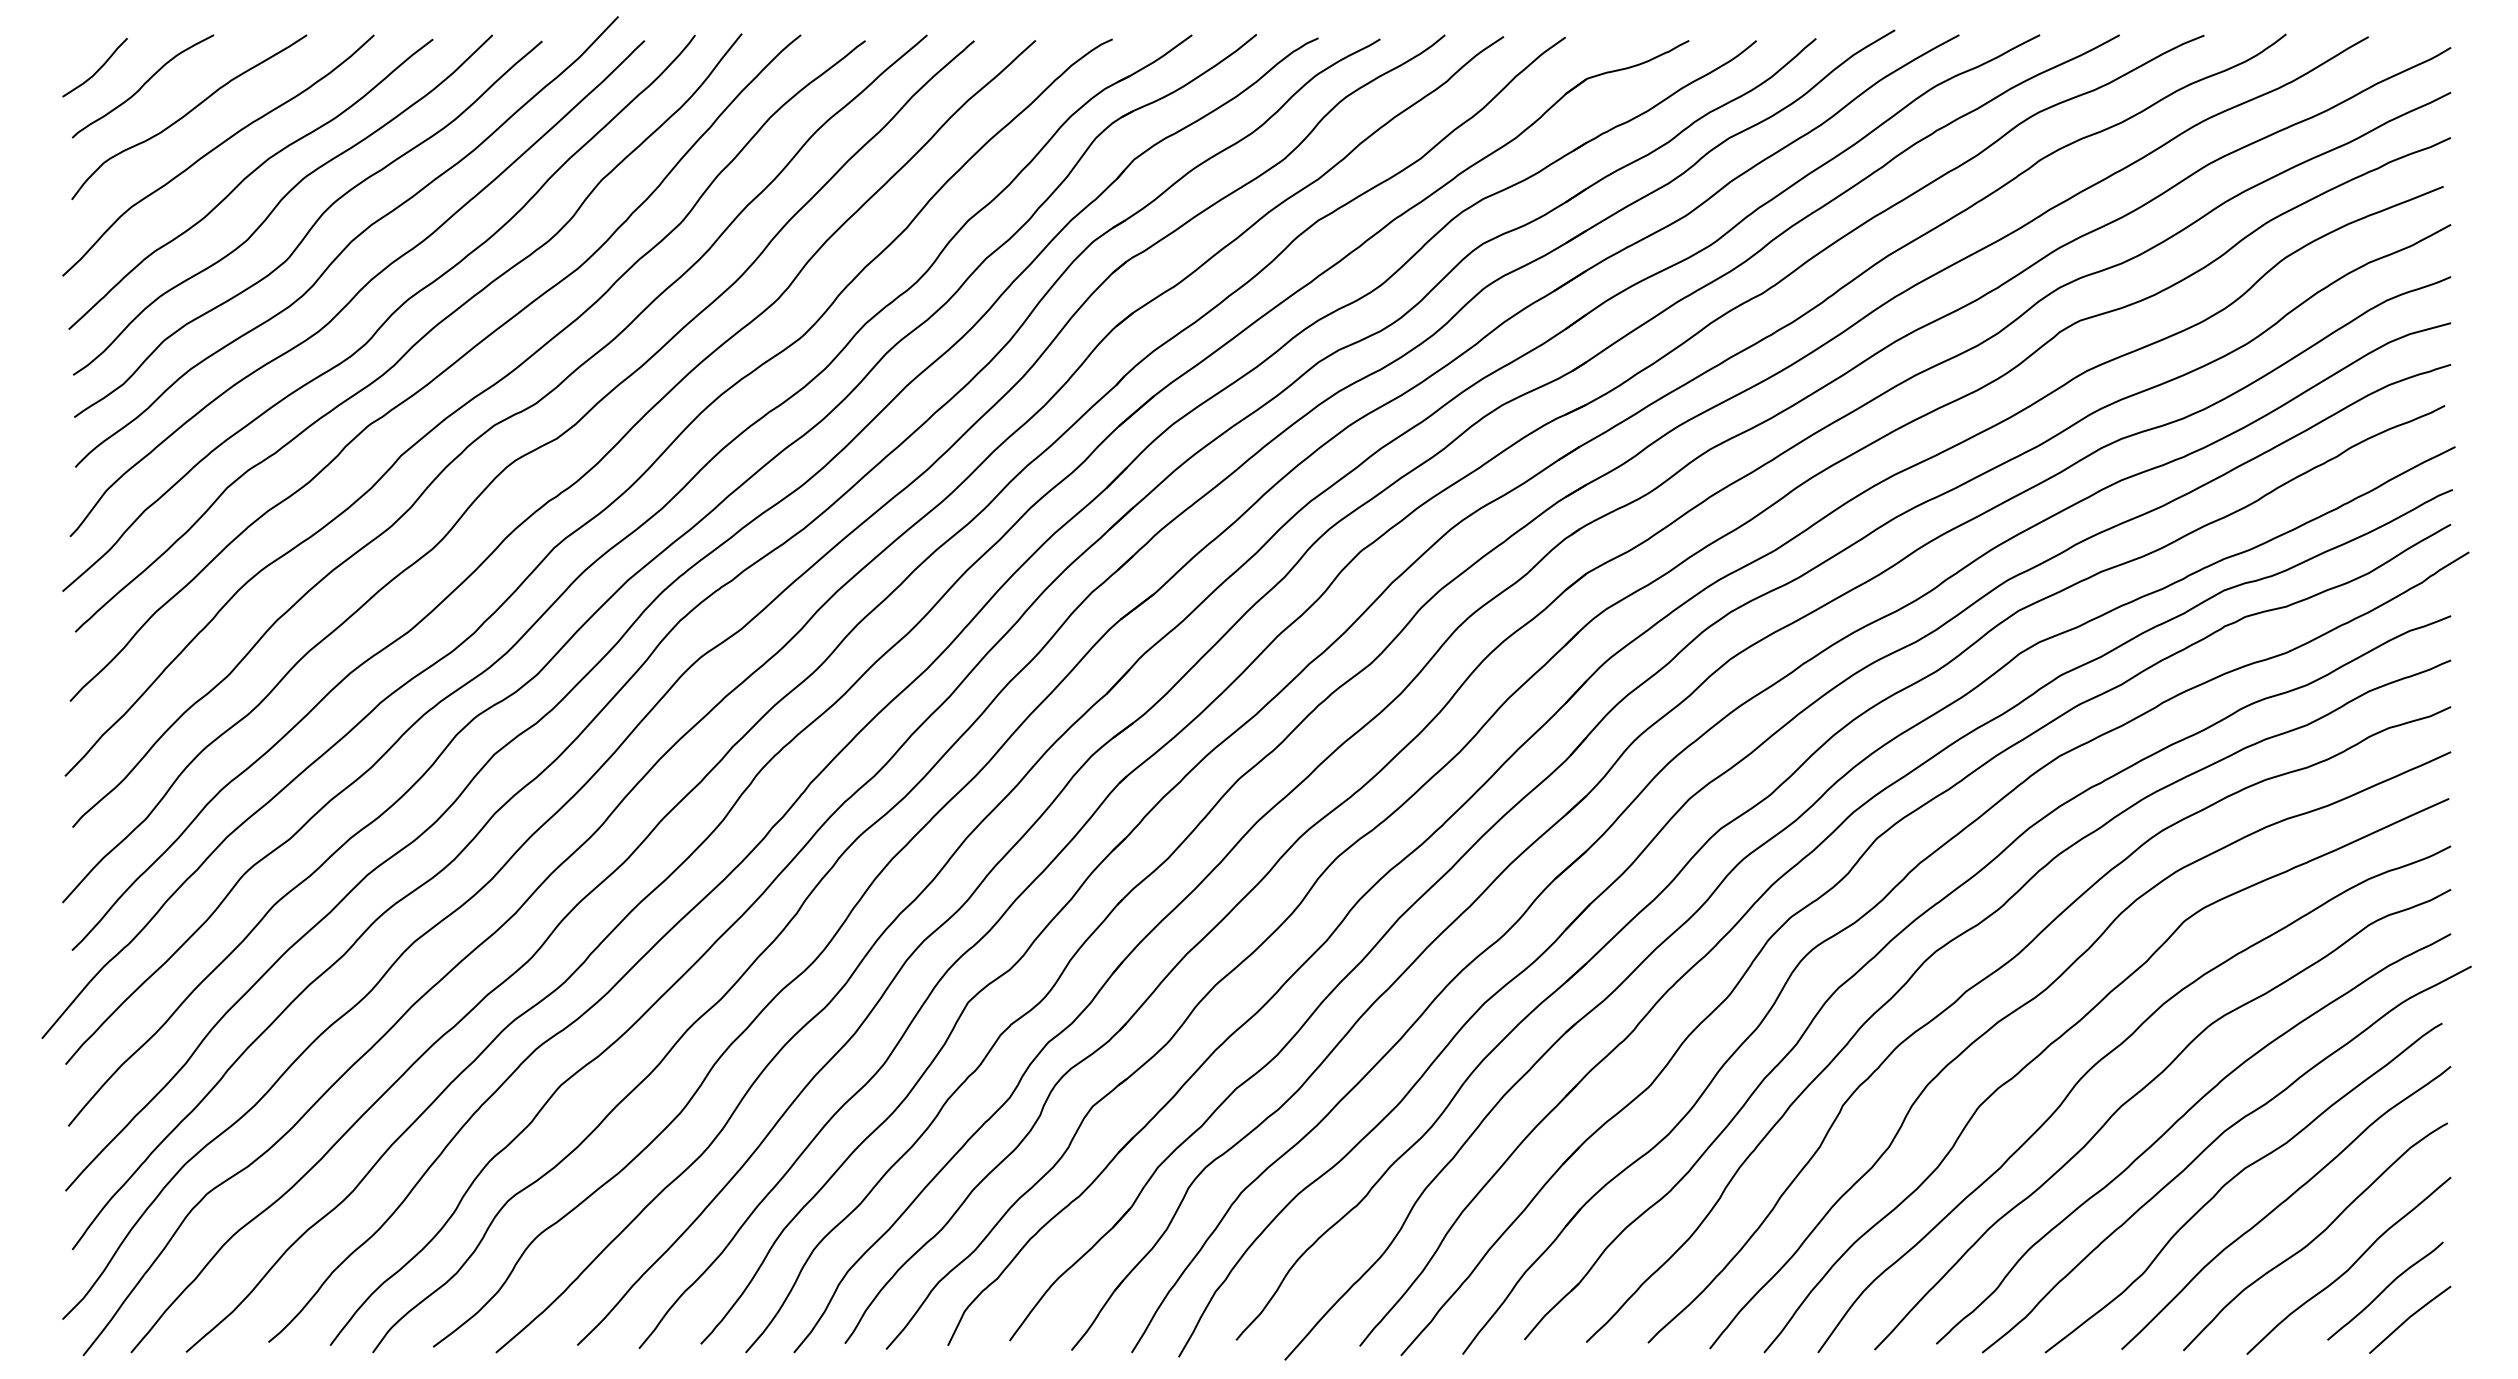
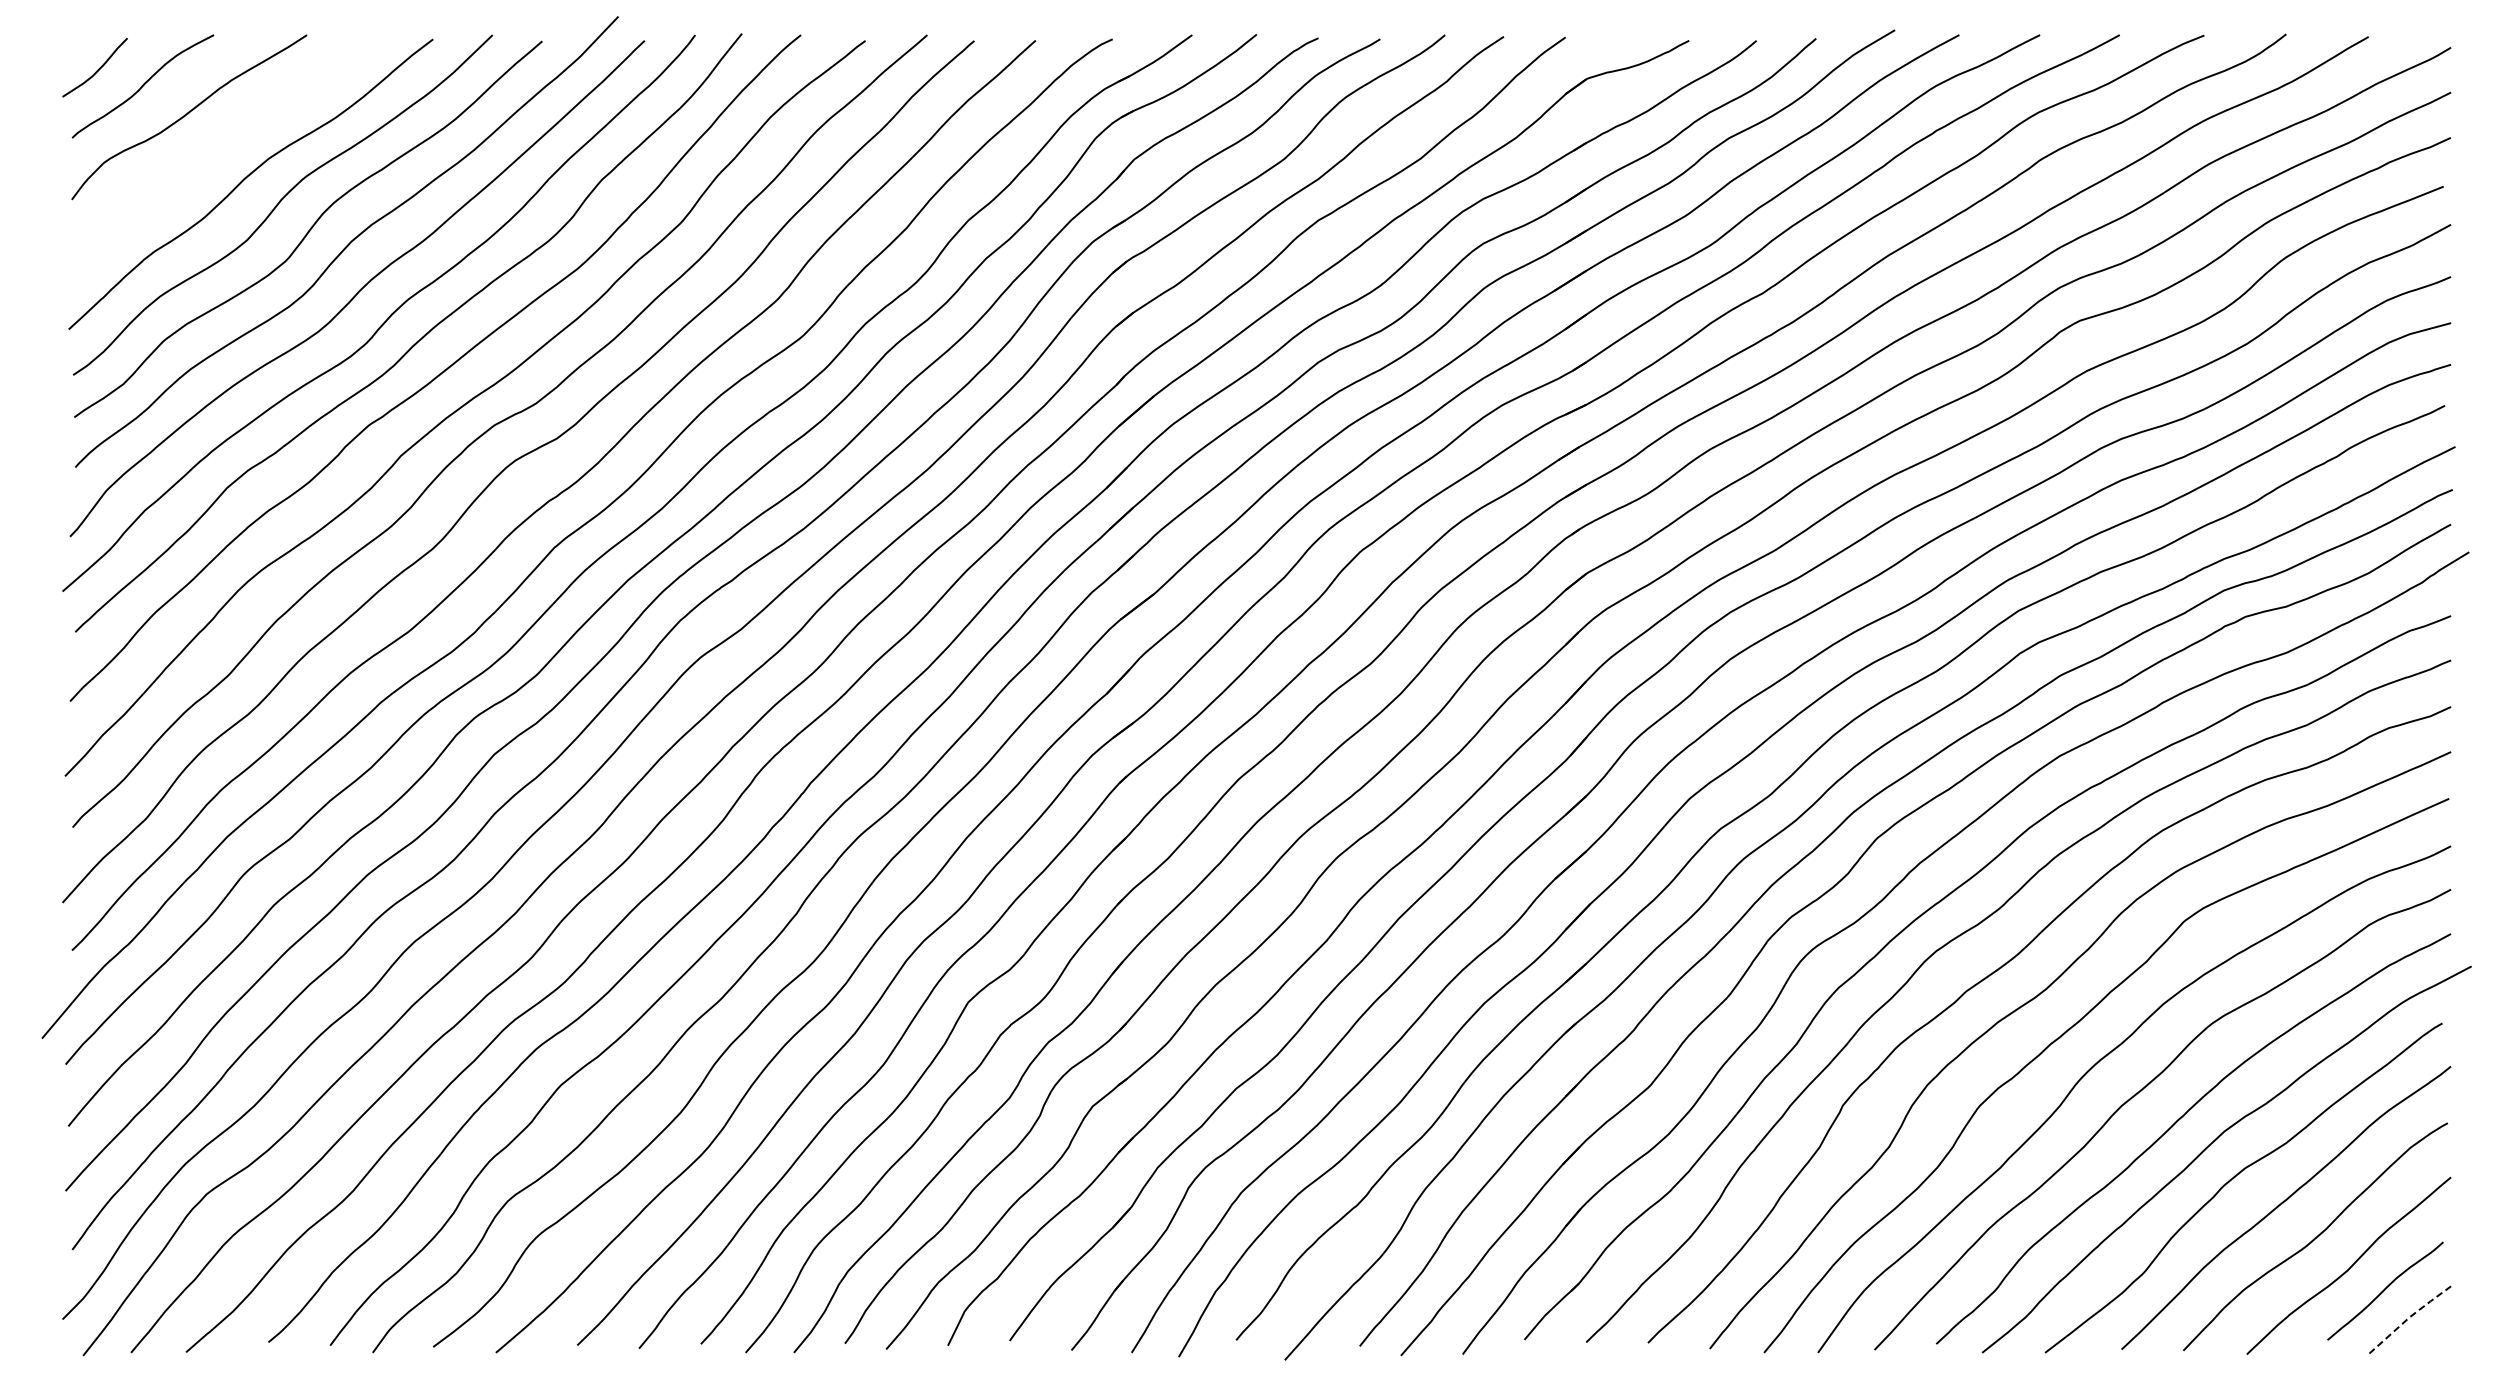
curve at (215, 149): present -> none
line at (2409, 1317): solid -> dashed
